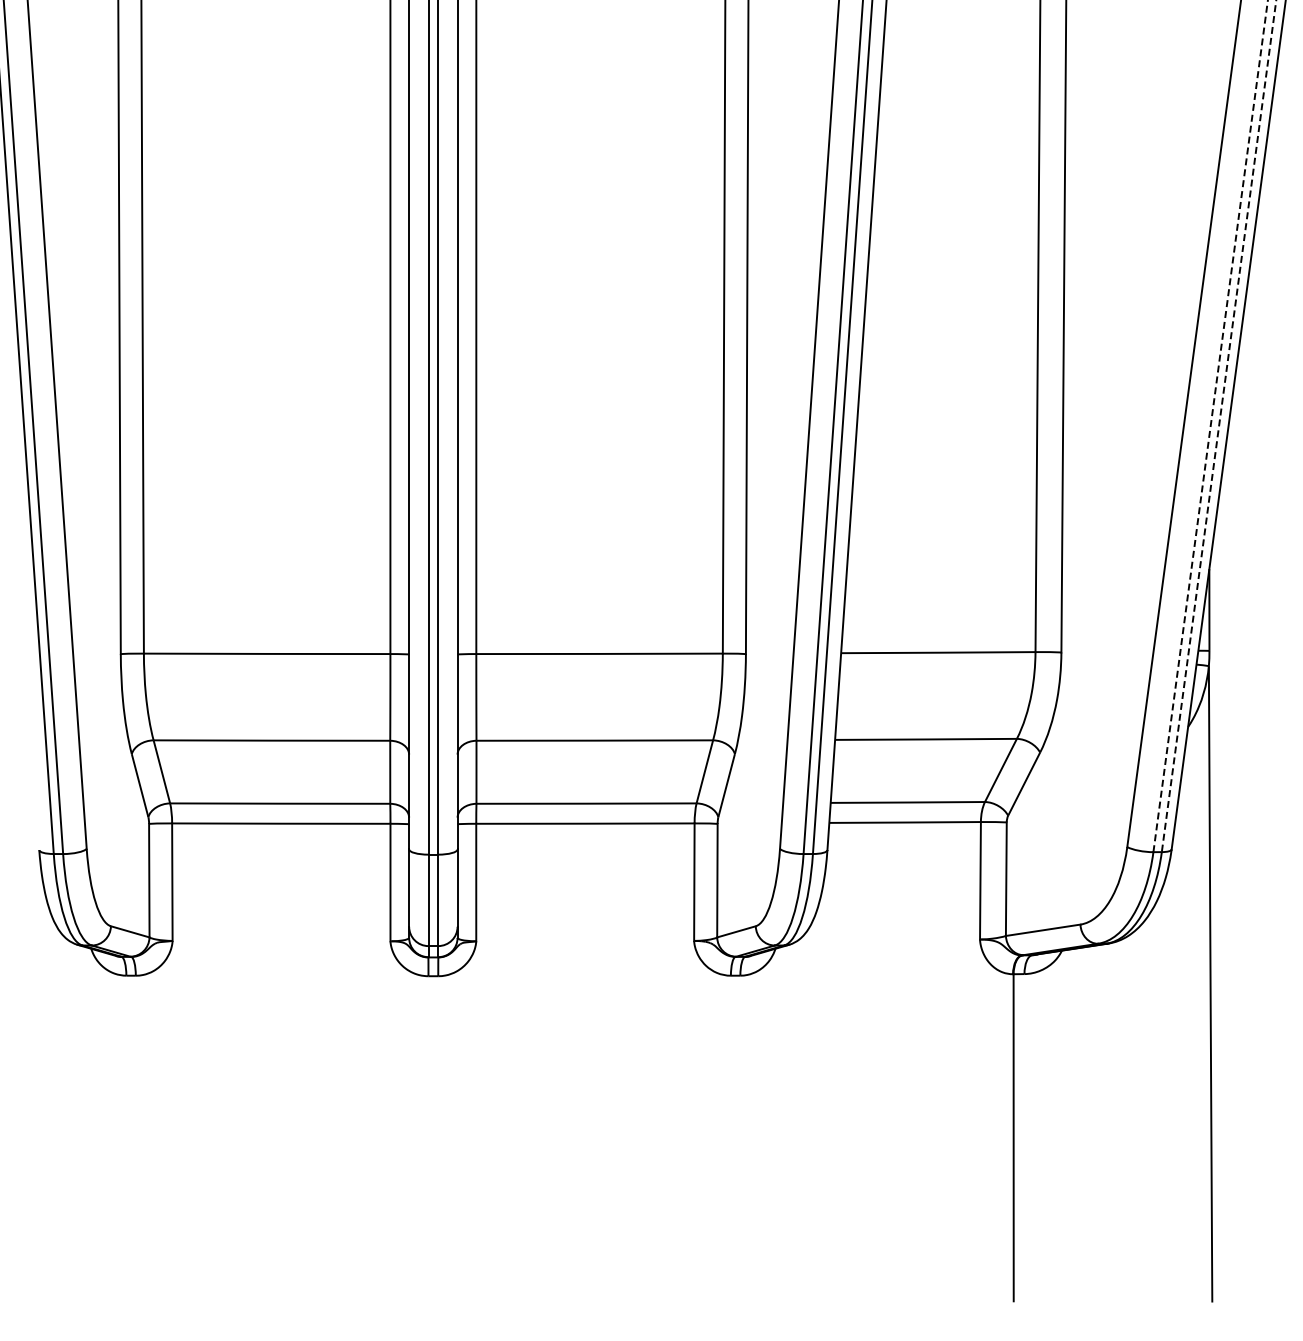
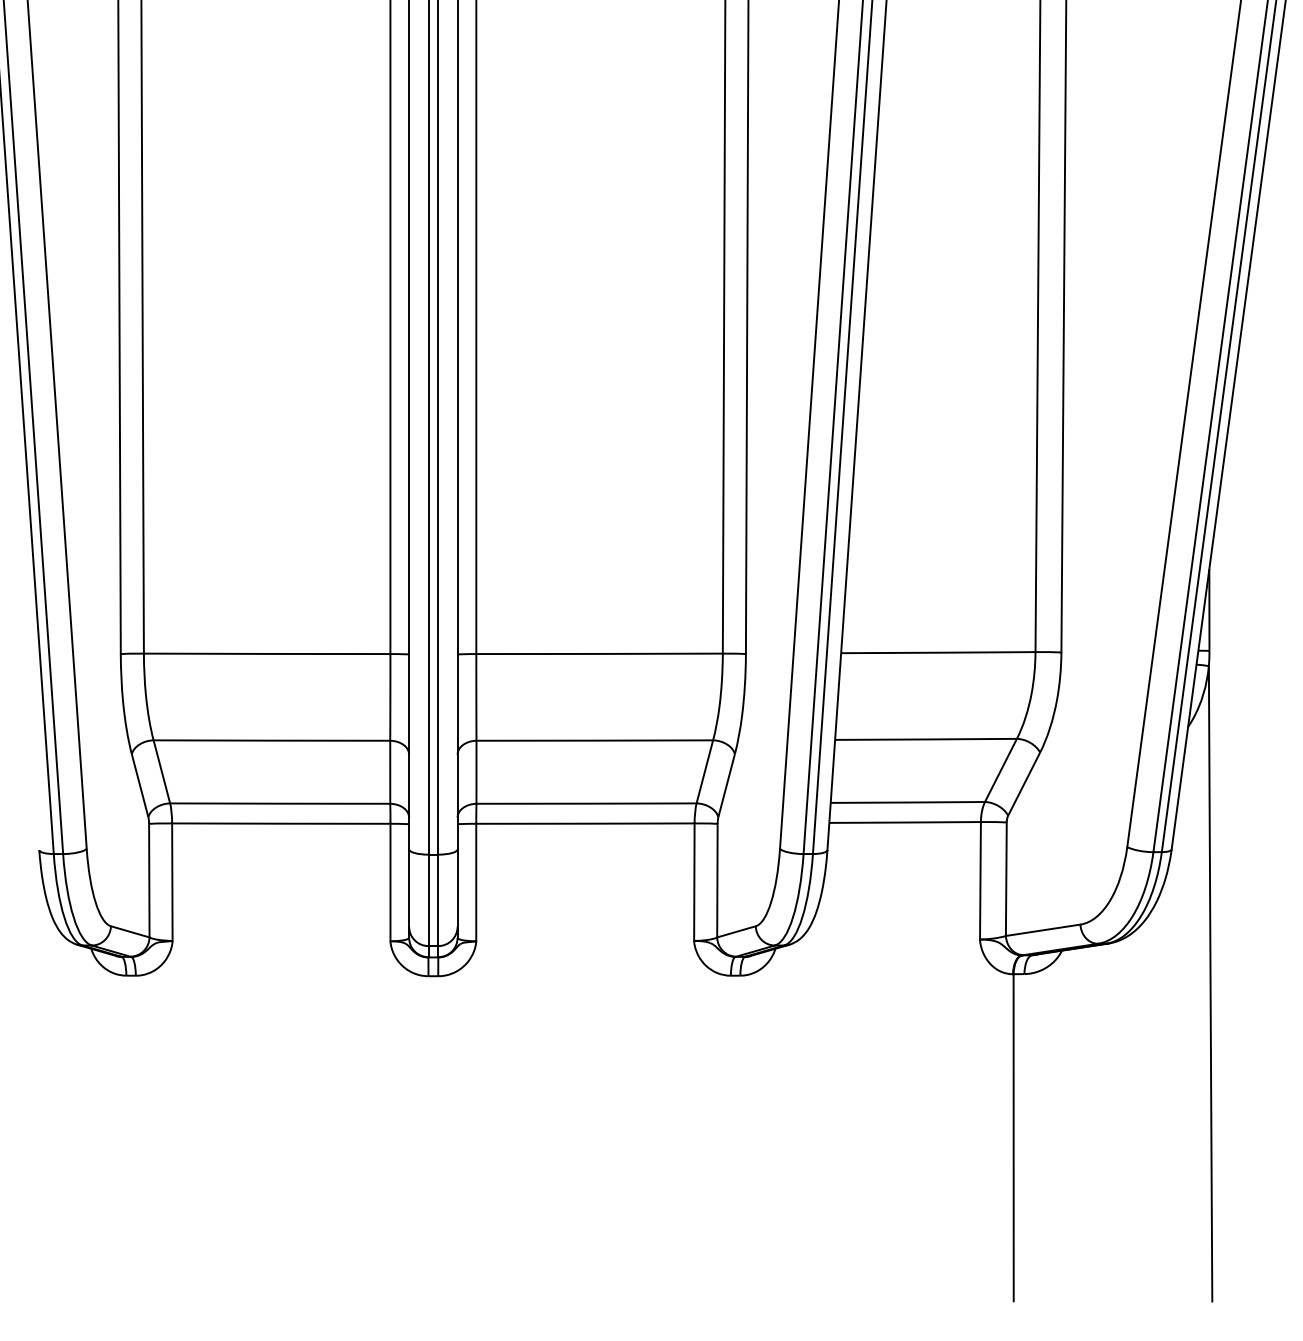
line at (1210, 426): dashed -> solid
line at (1218, 427): dashed -> solid
